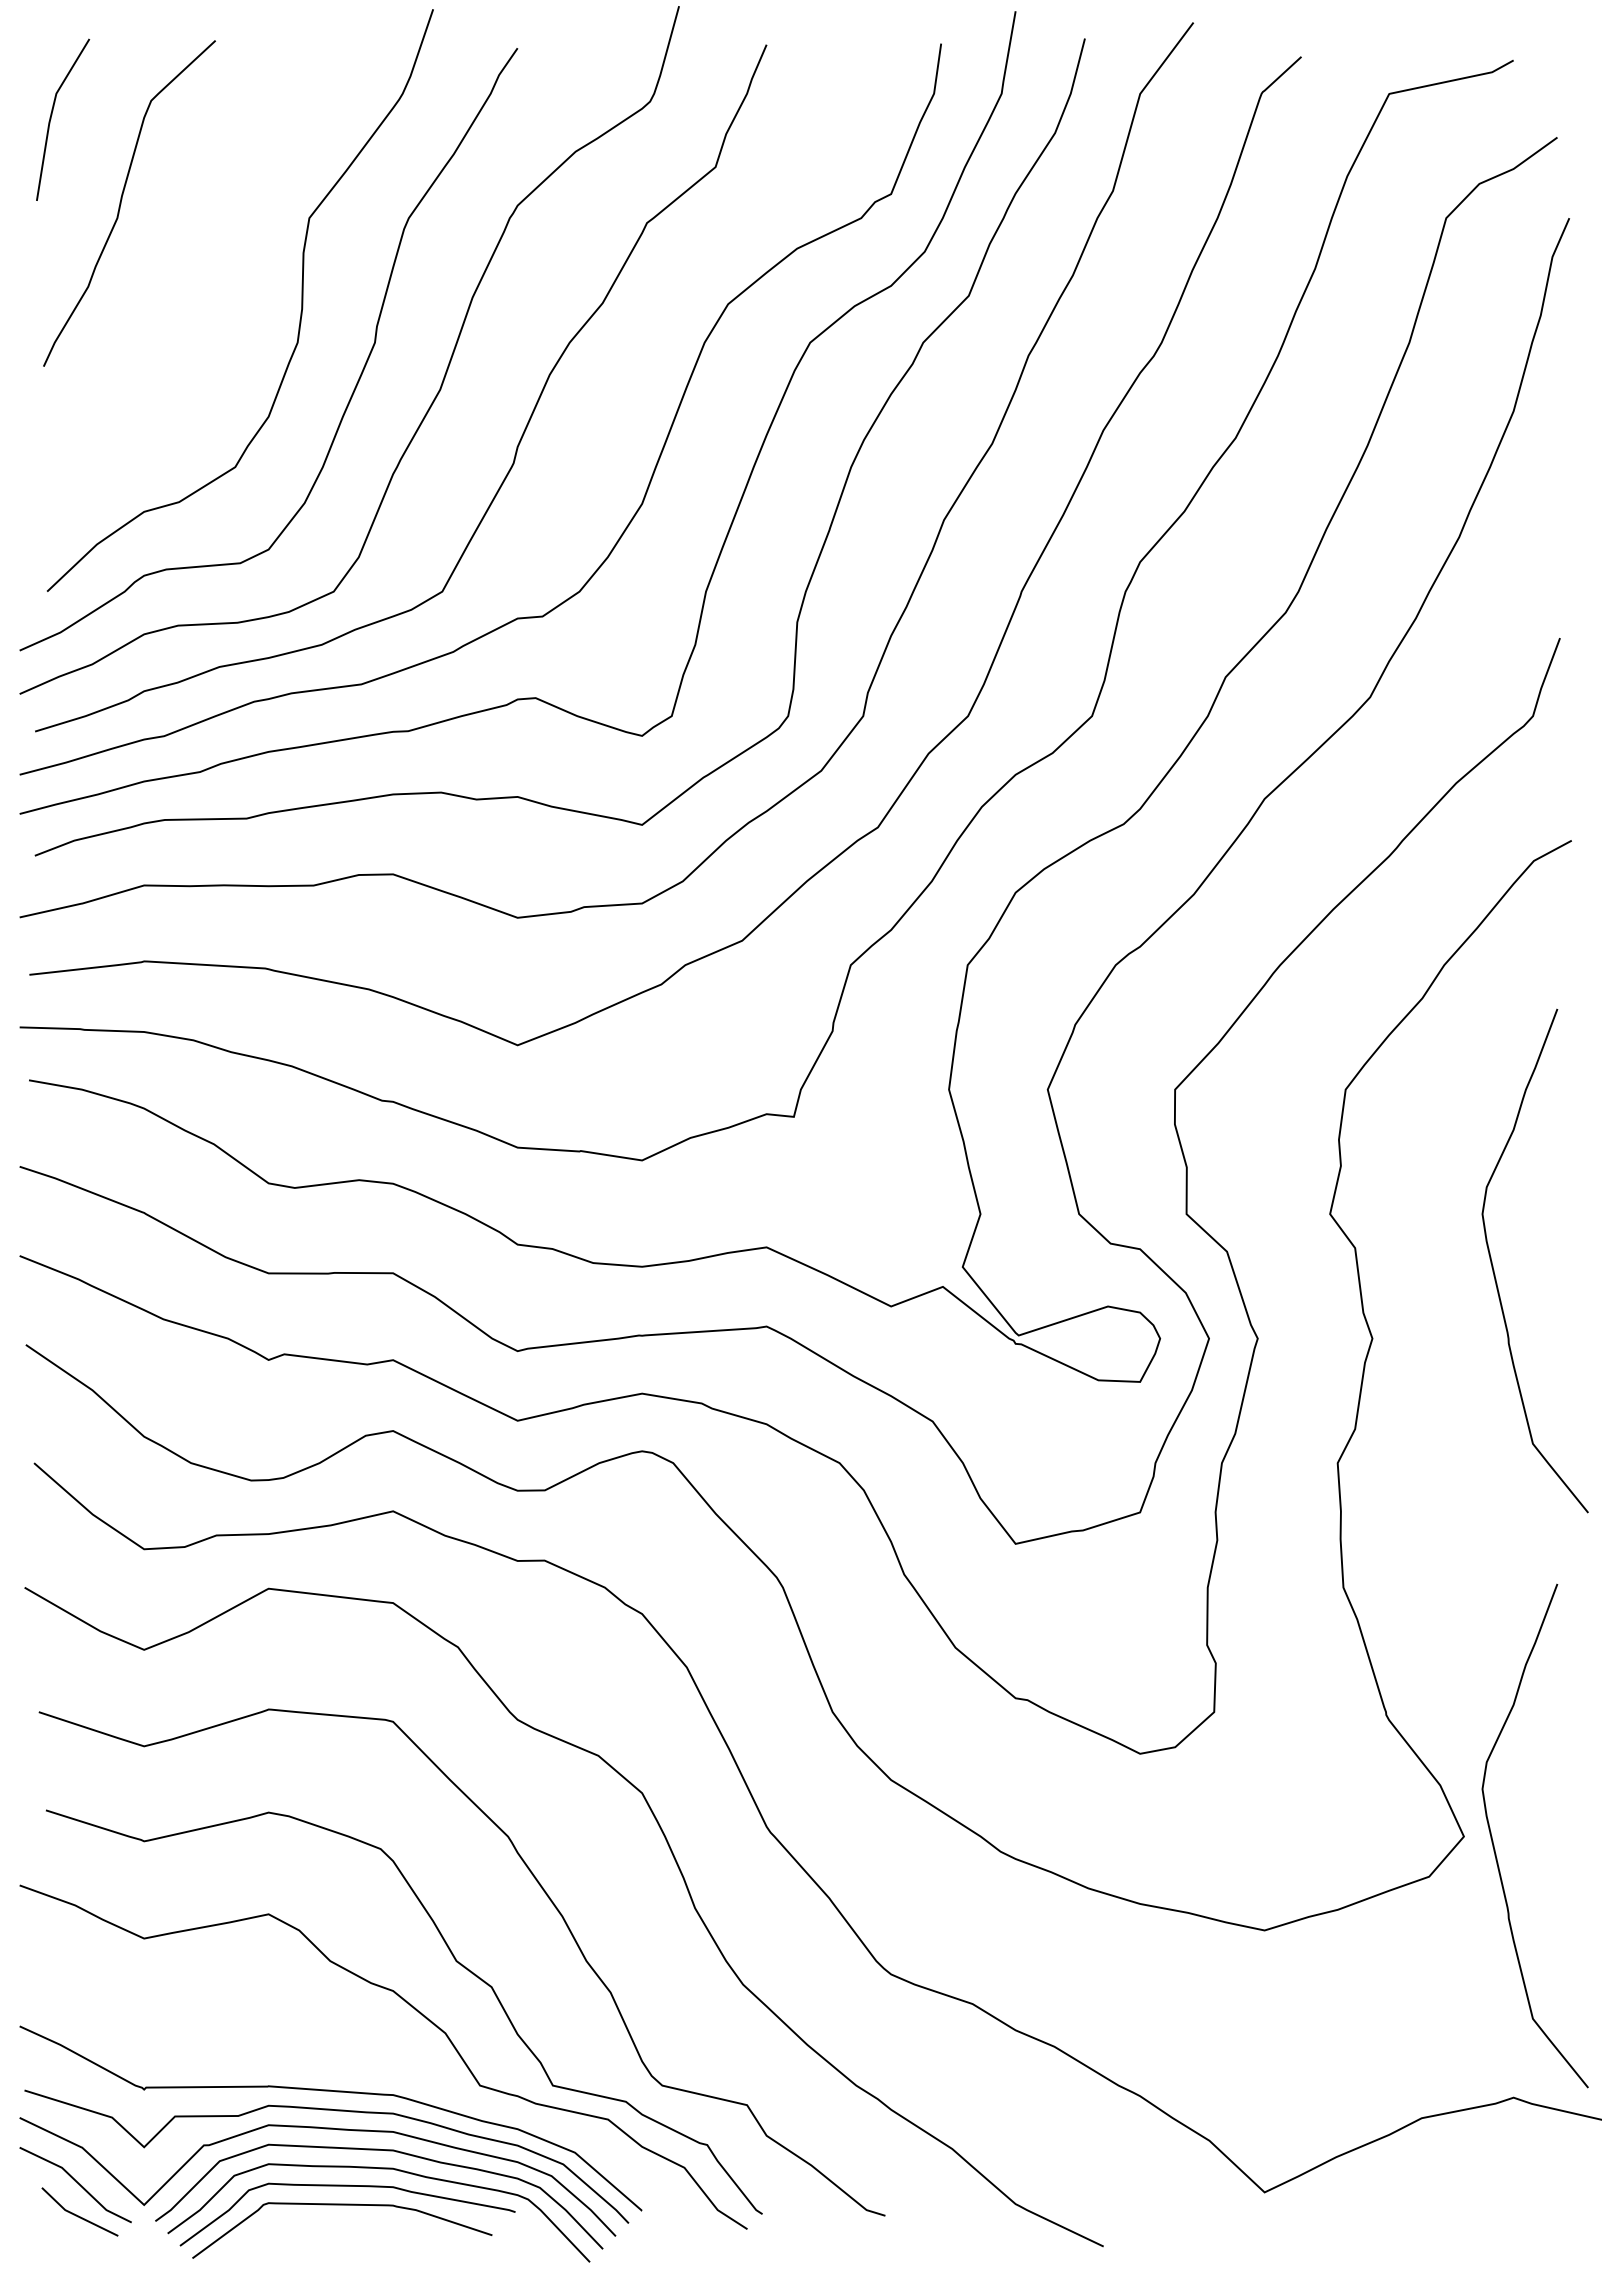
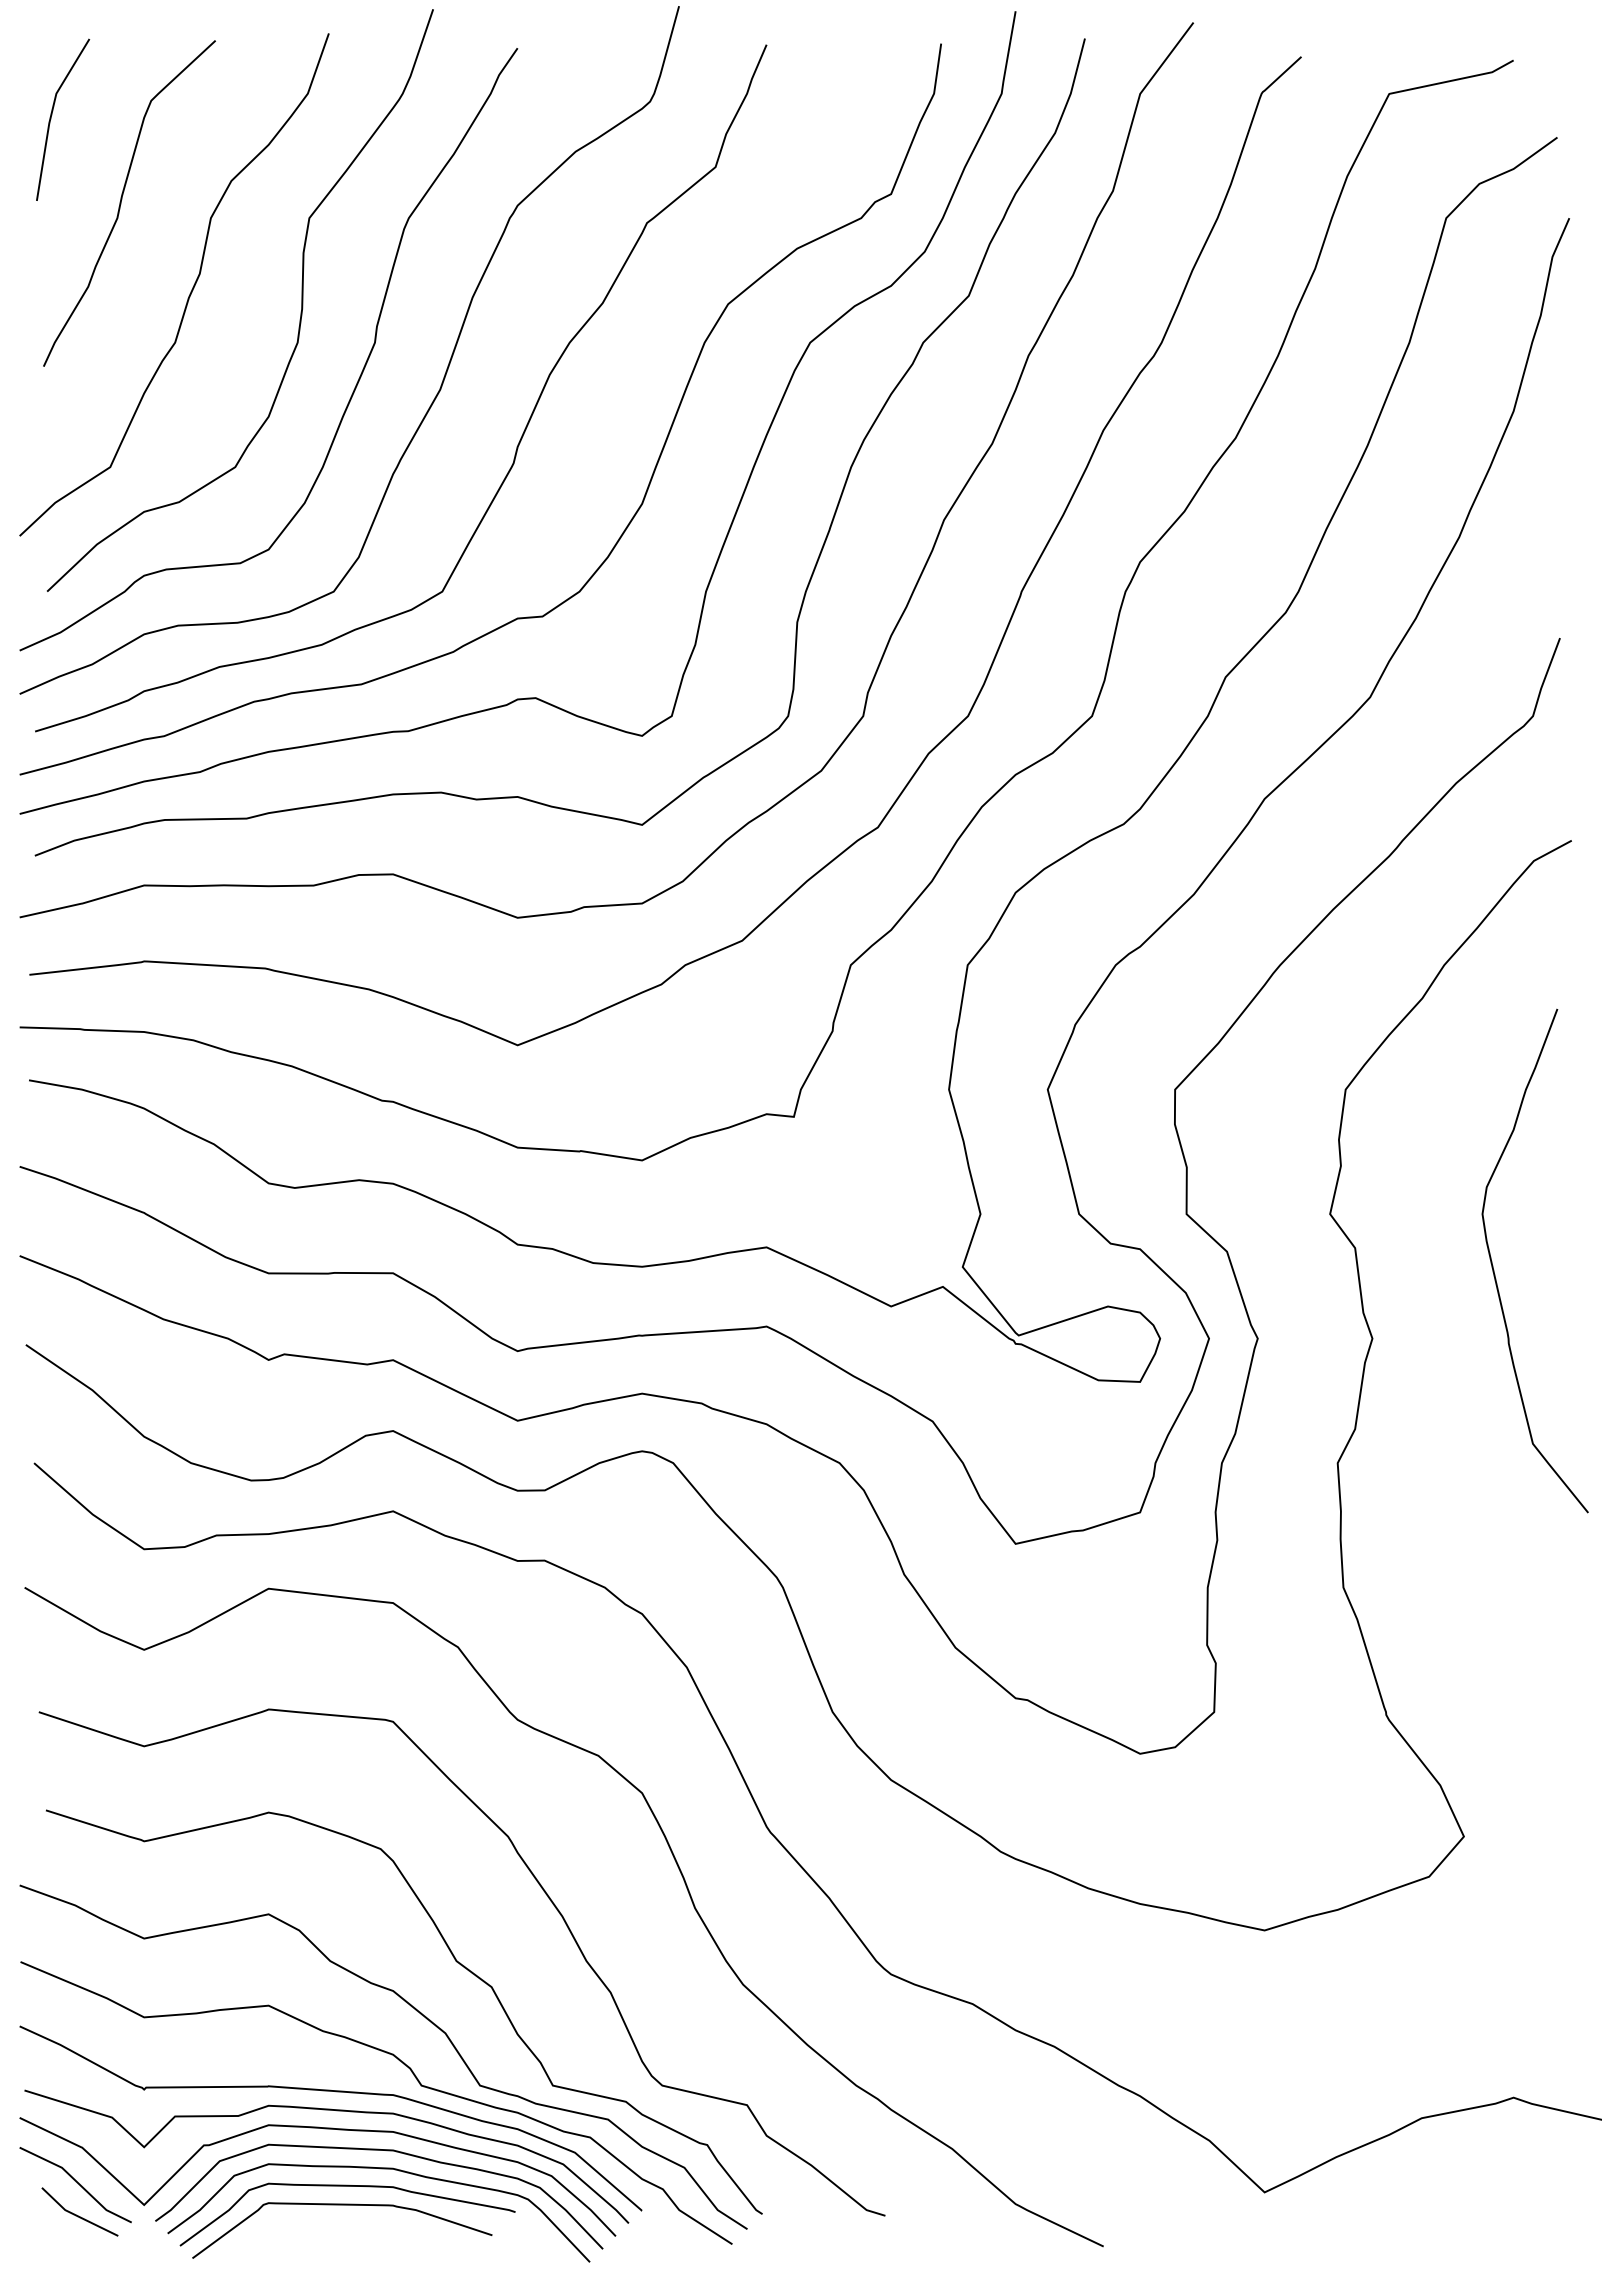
curve at (190, 291): none -> present
curve at (1494, 1845): present -> none
curve at (415, 2078): none -> present
